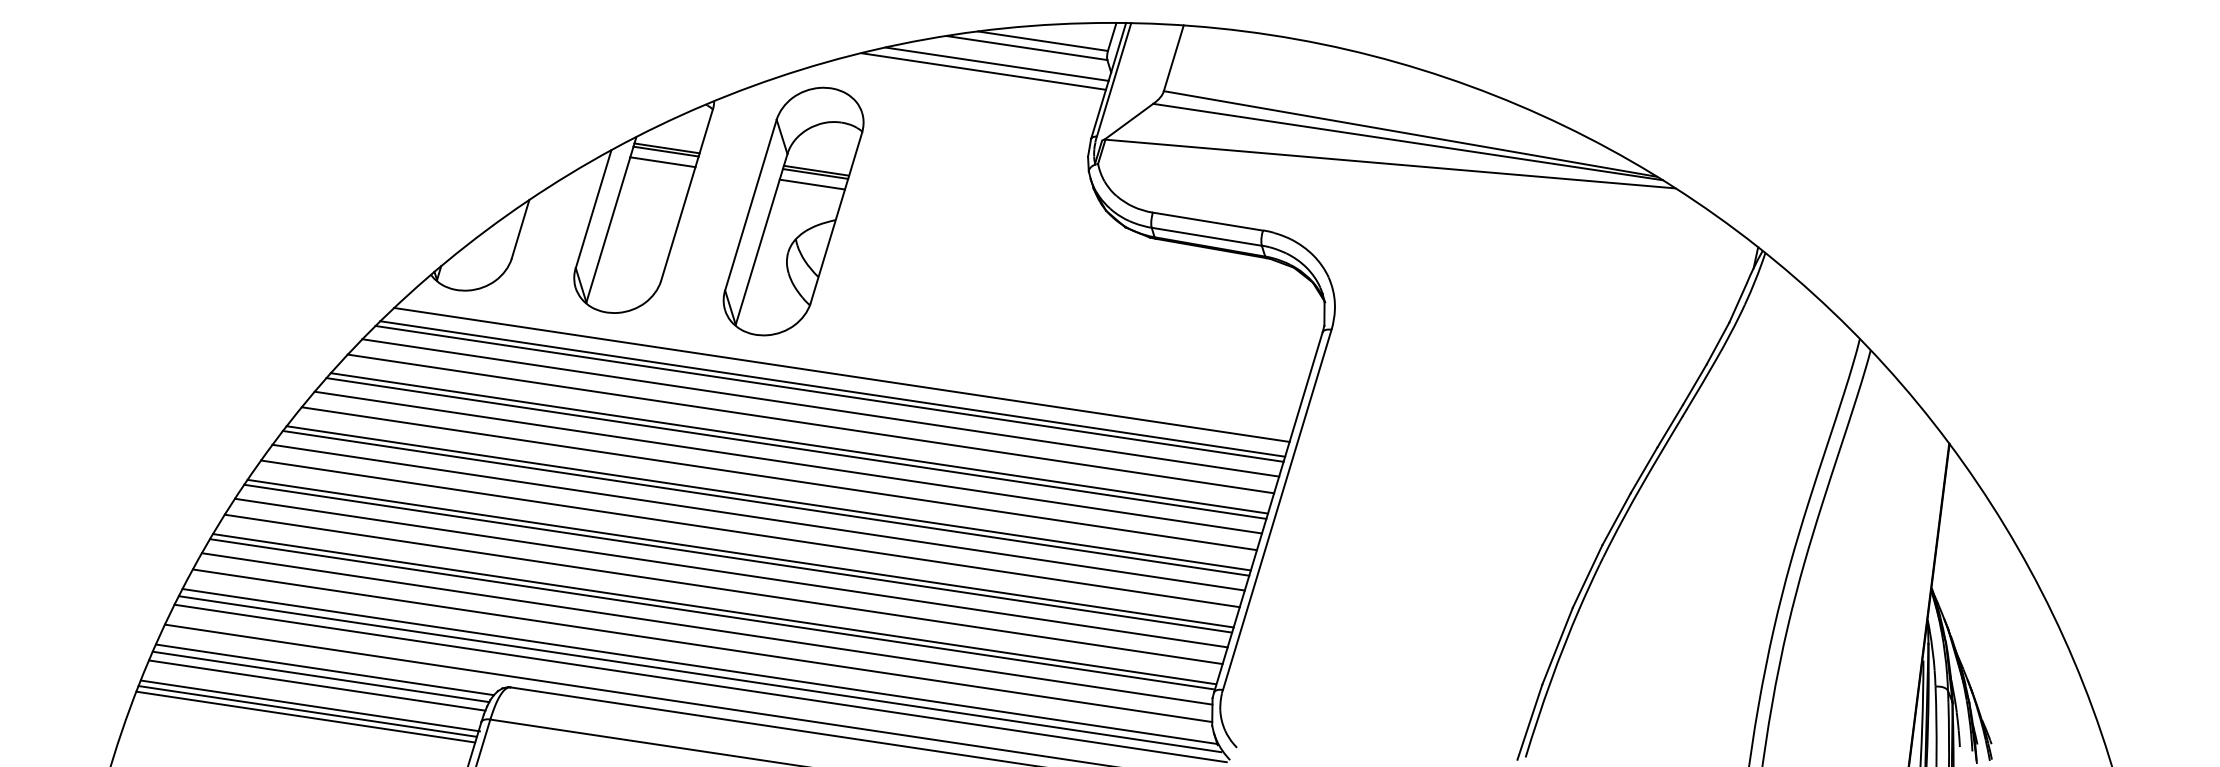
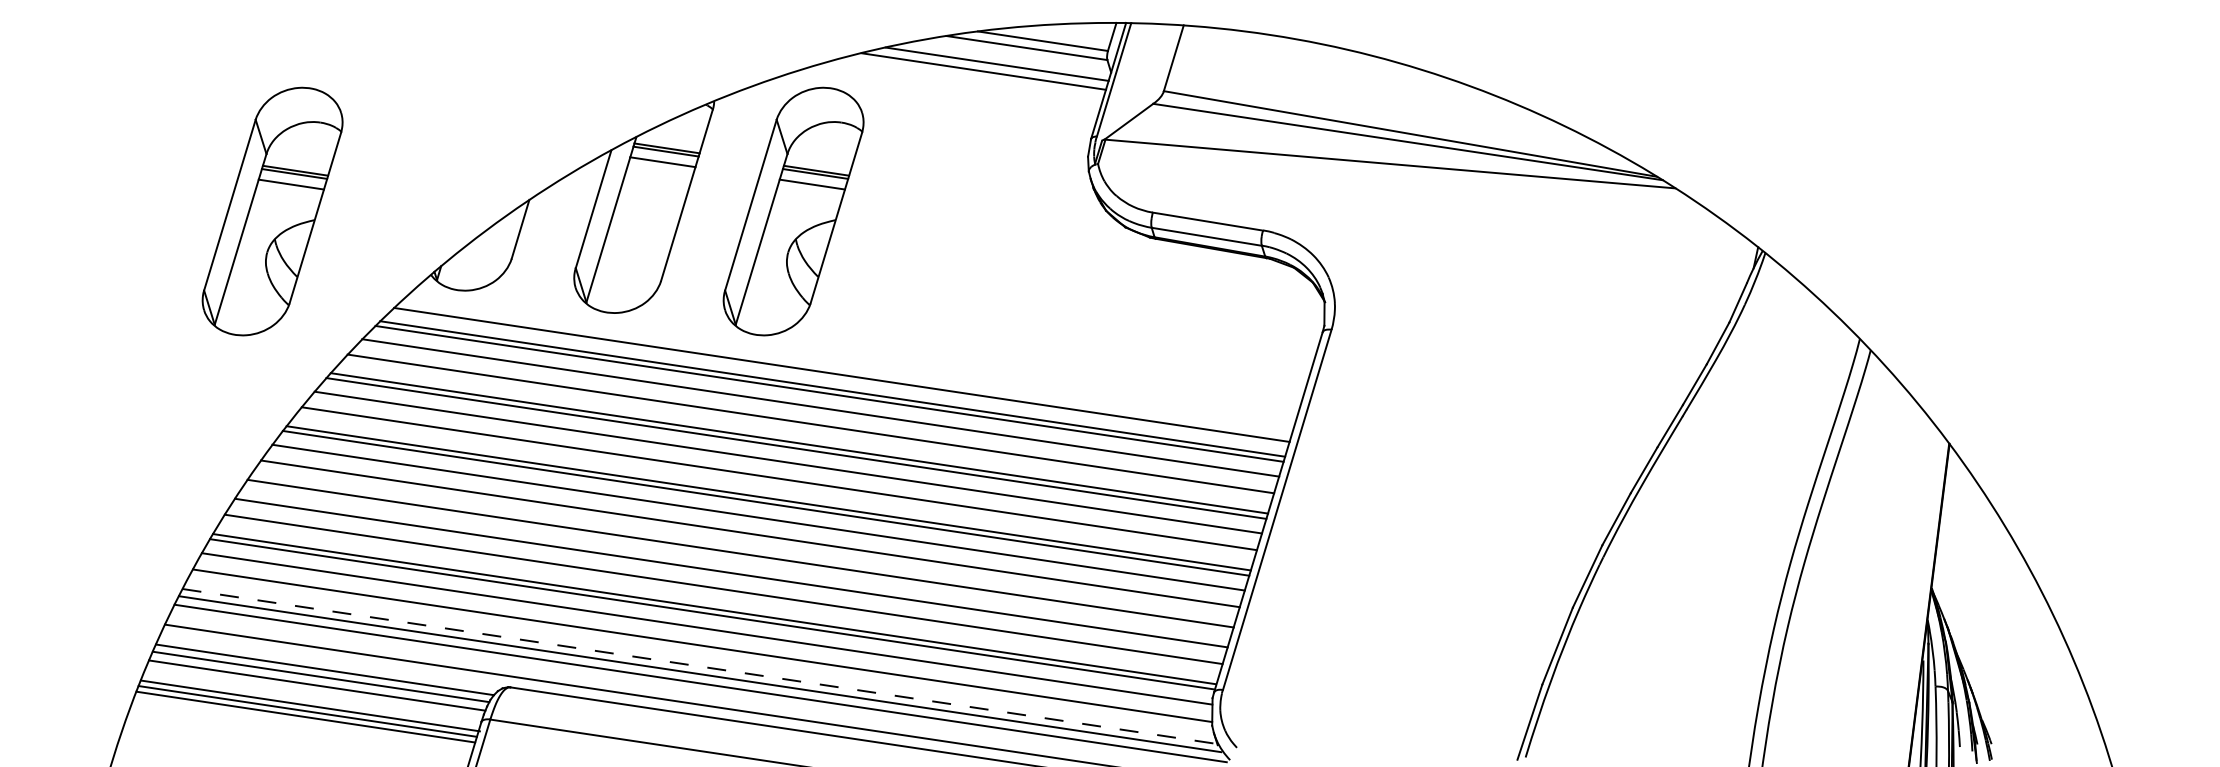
part at (272, 211): none -> present
line at (738, 558): present -> none
line at (700, 666): solid -> dashed
